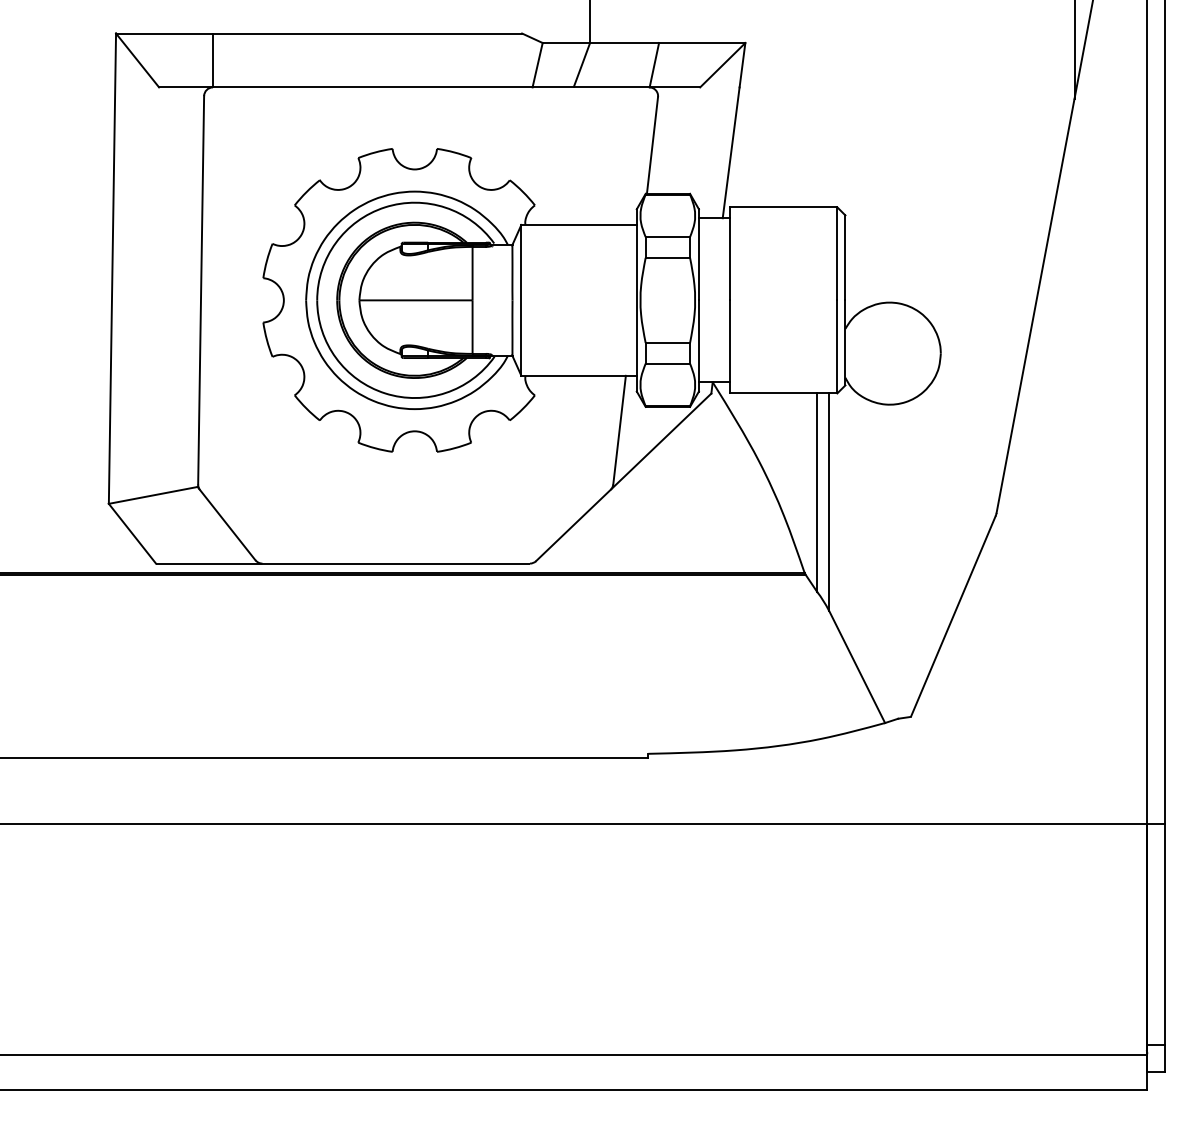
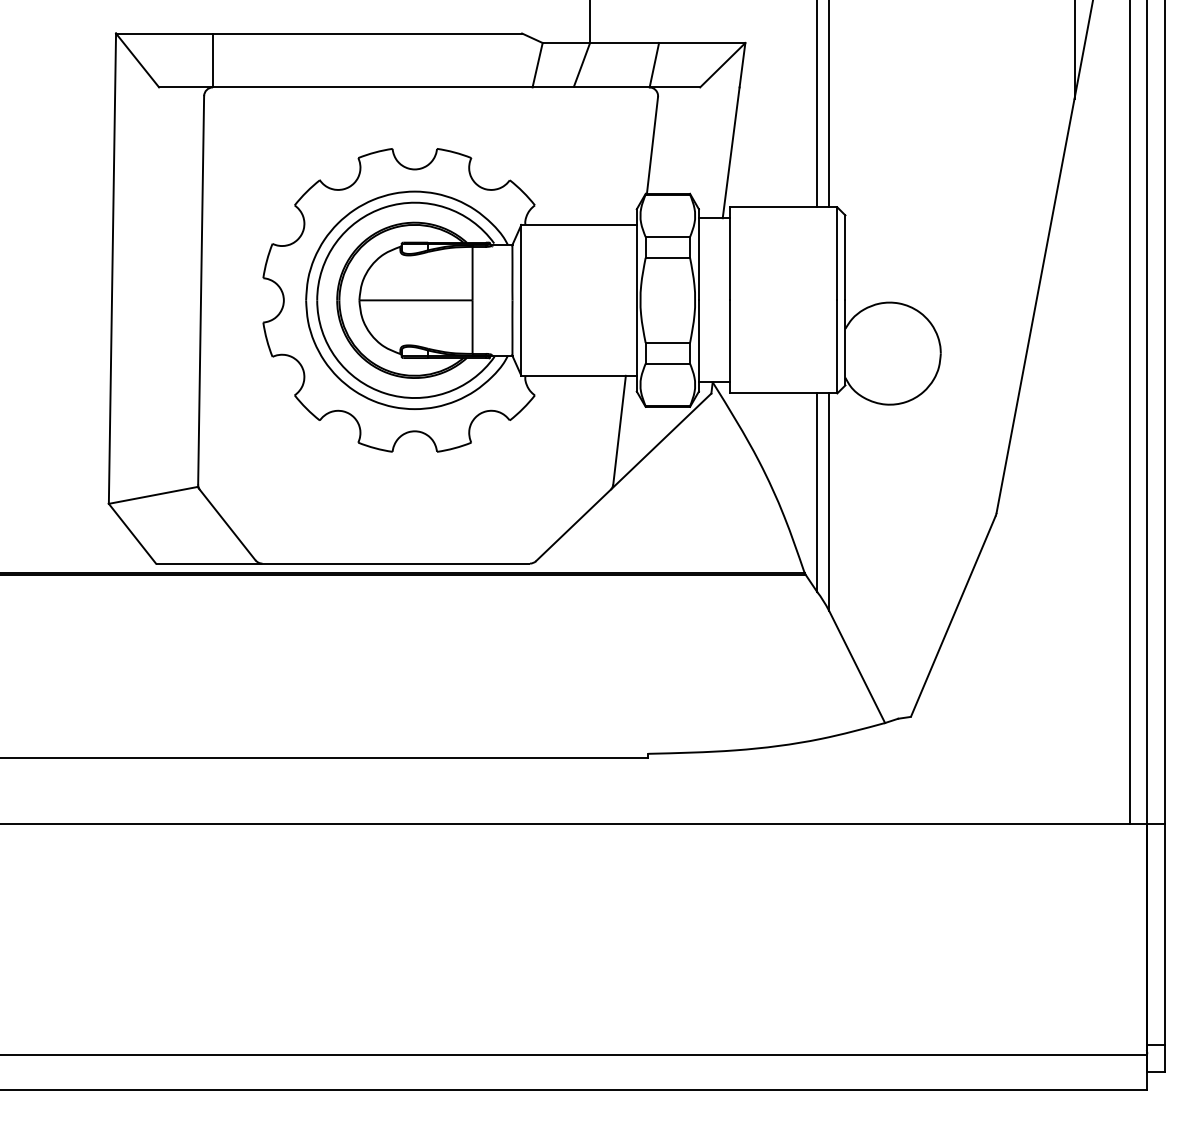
line at (817, 104): none -> present
line at (829, 104): none -> present
line at (1129, 413): none -> present
